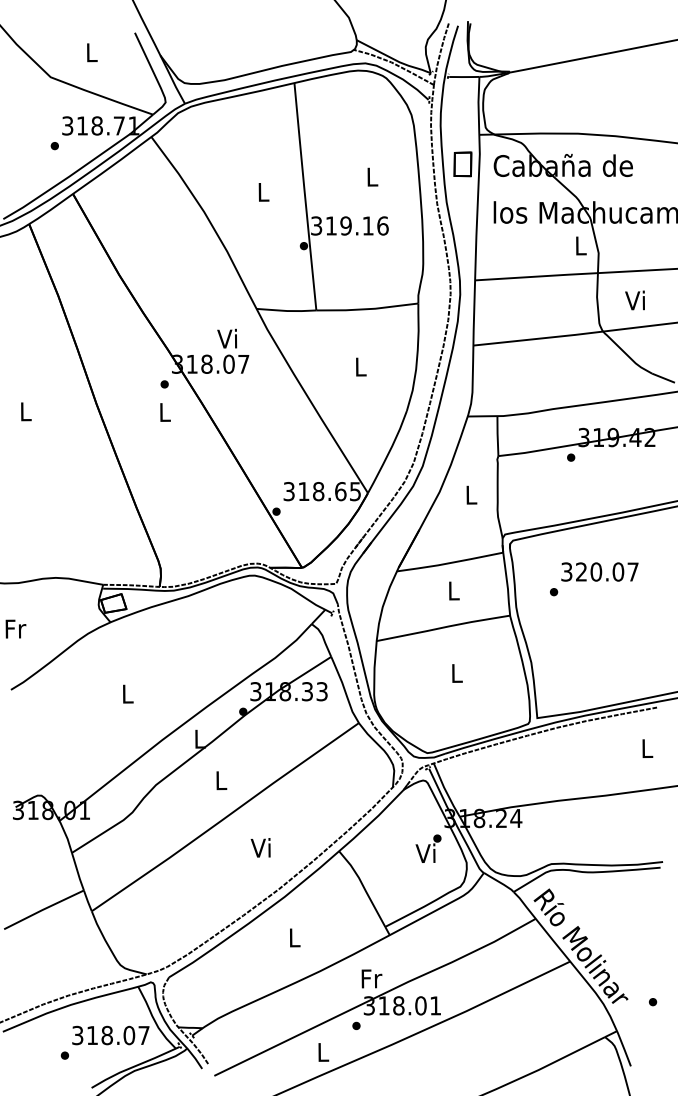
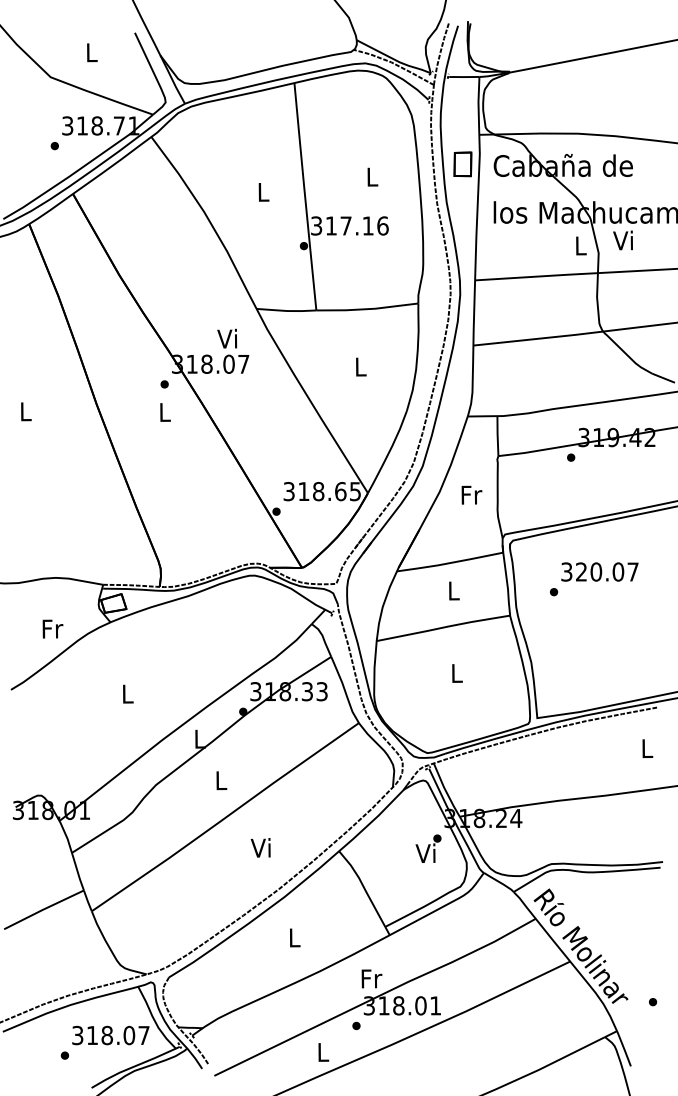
text at (345, 225): 319.16 -> 317.16
text at (634, 300) position: (634, 300) -> (622, 240)
text at (471, 494): L -> Fr
text at (15, 628) position: (15, 628) -> (52, 628)
